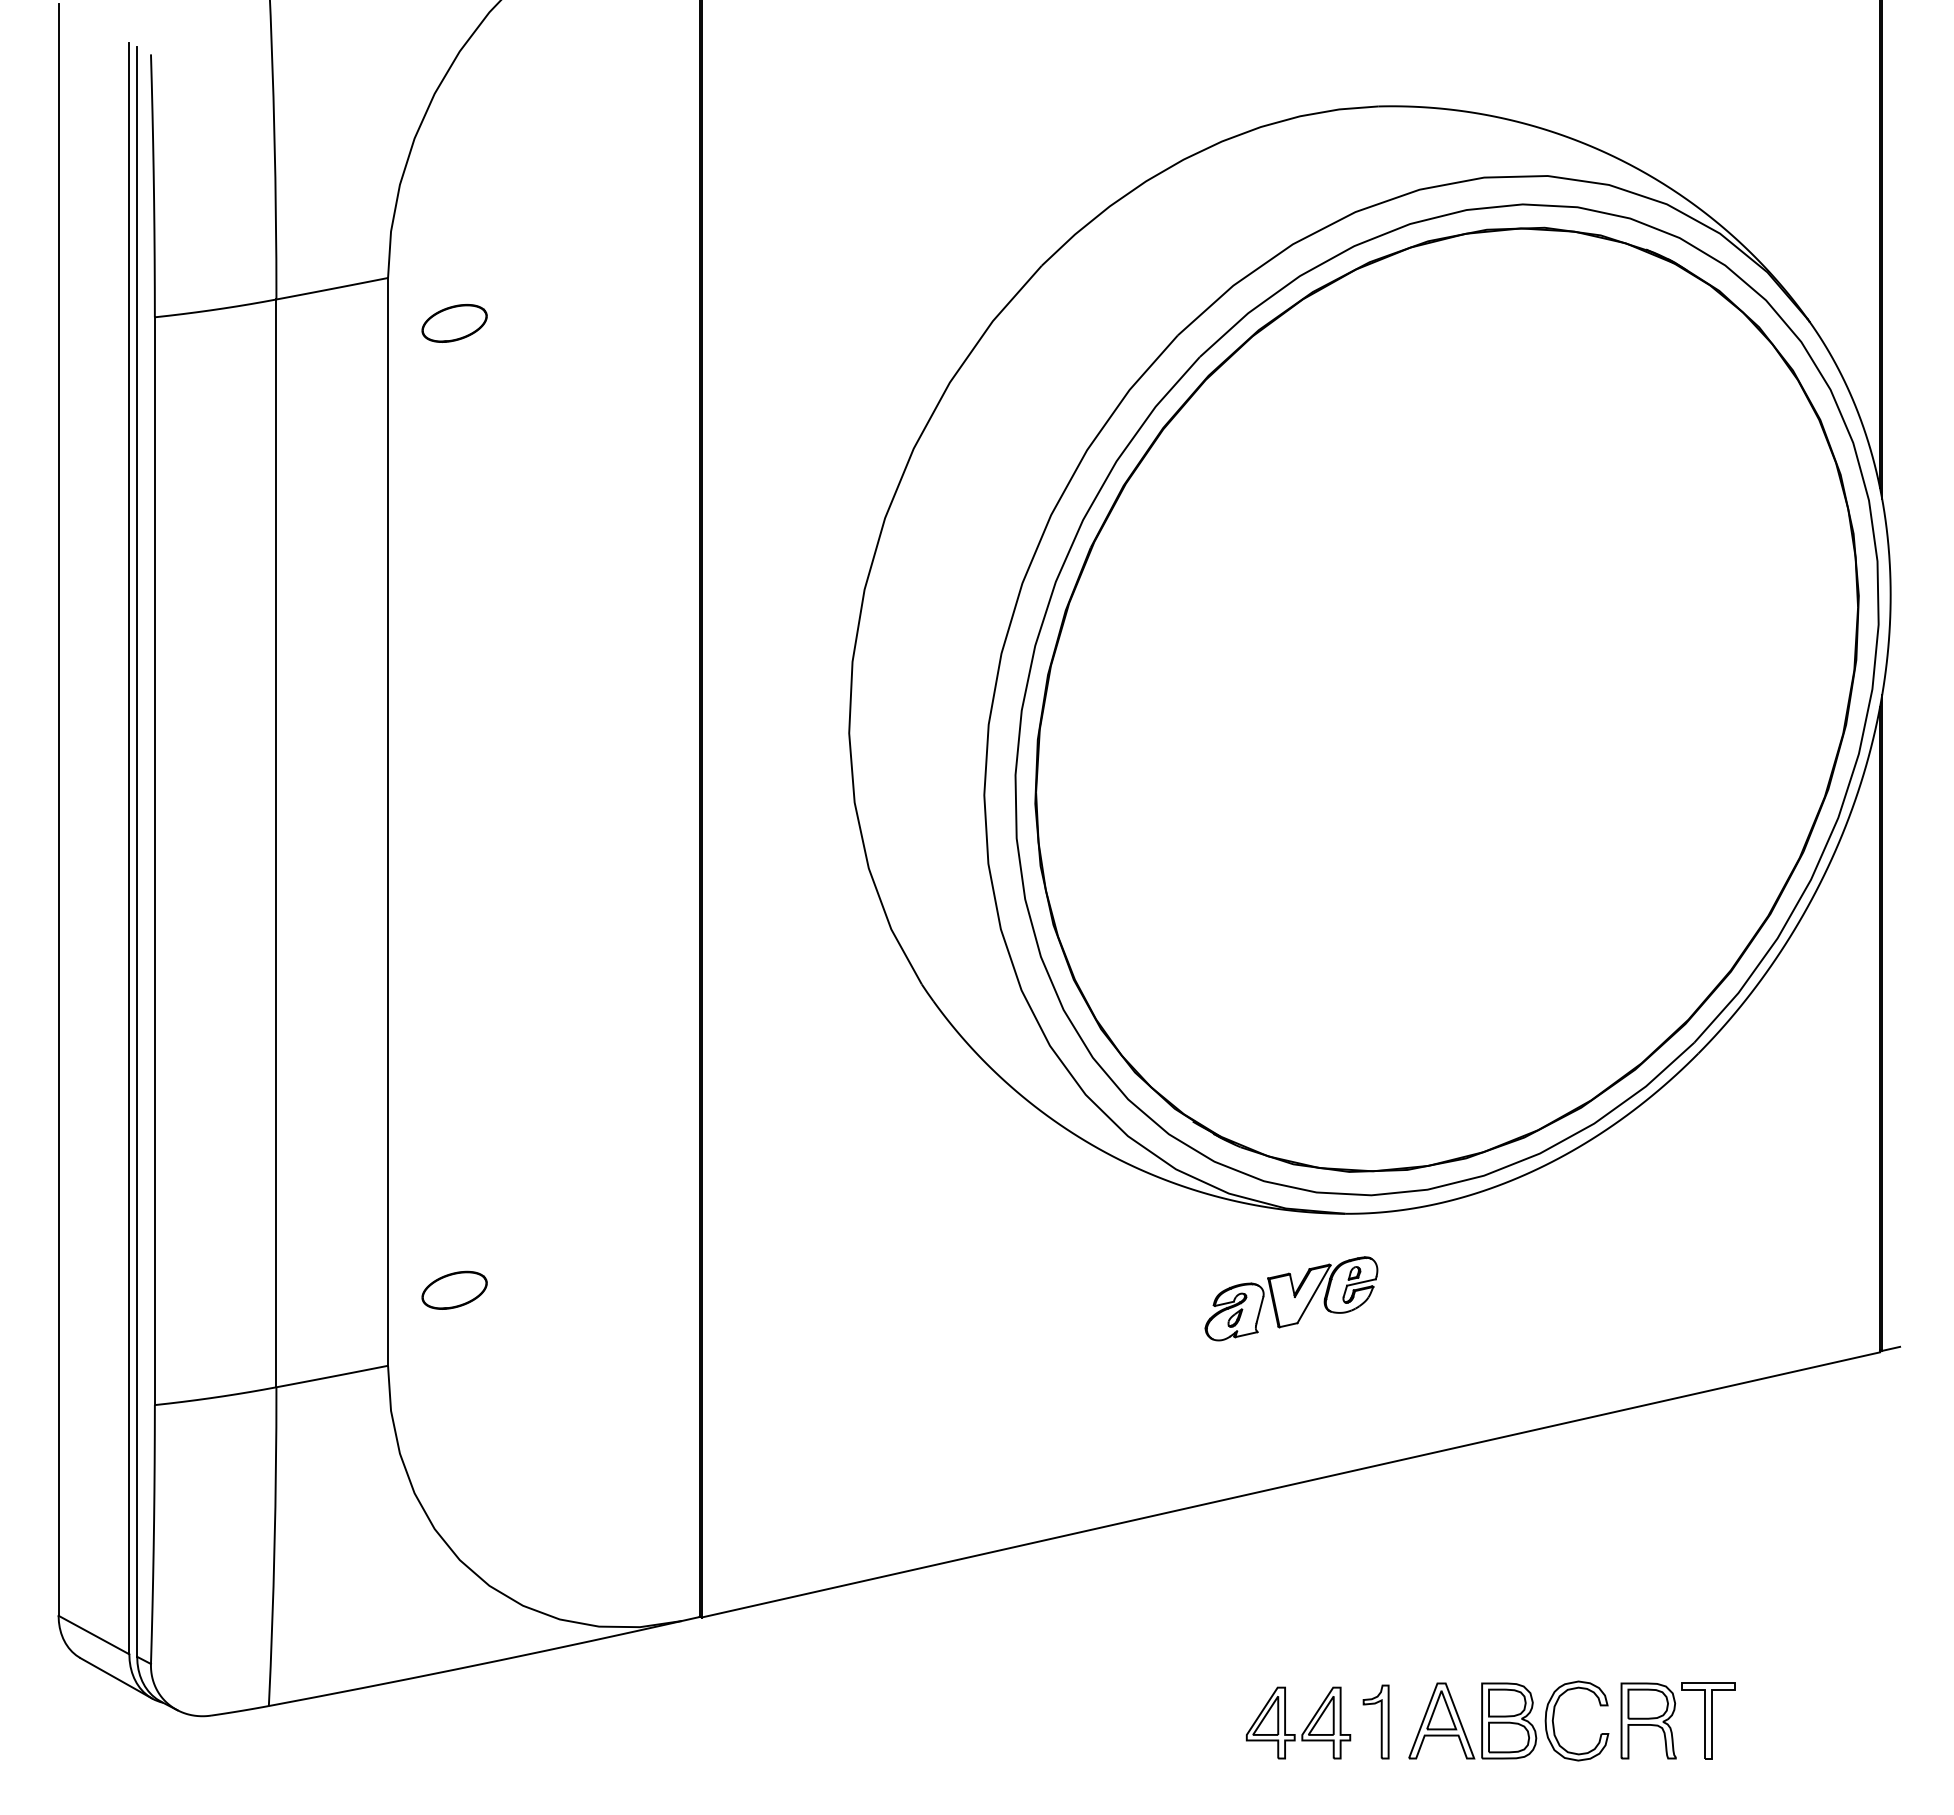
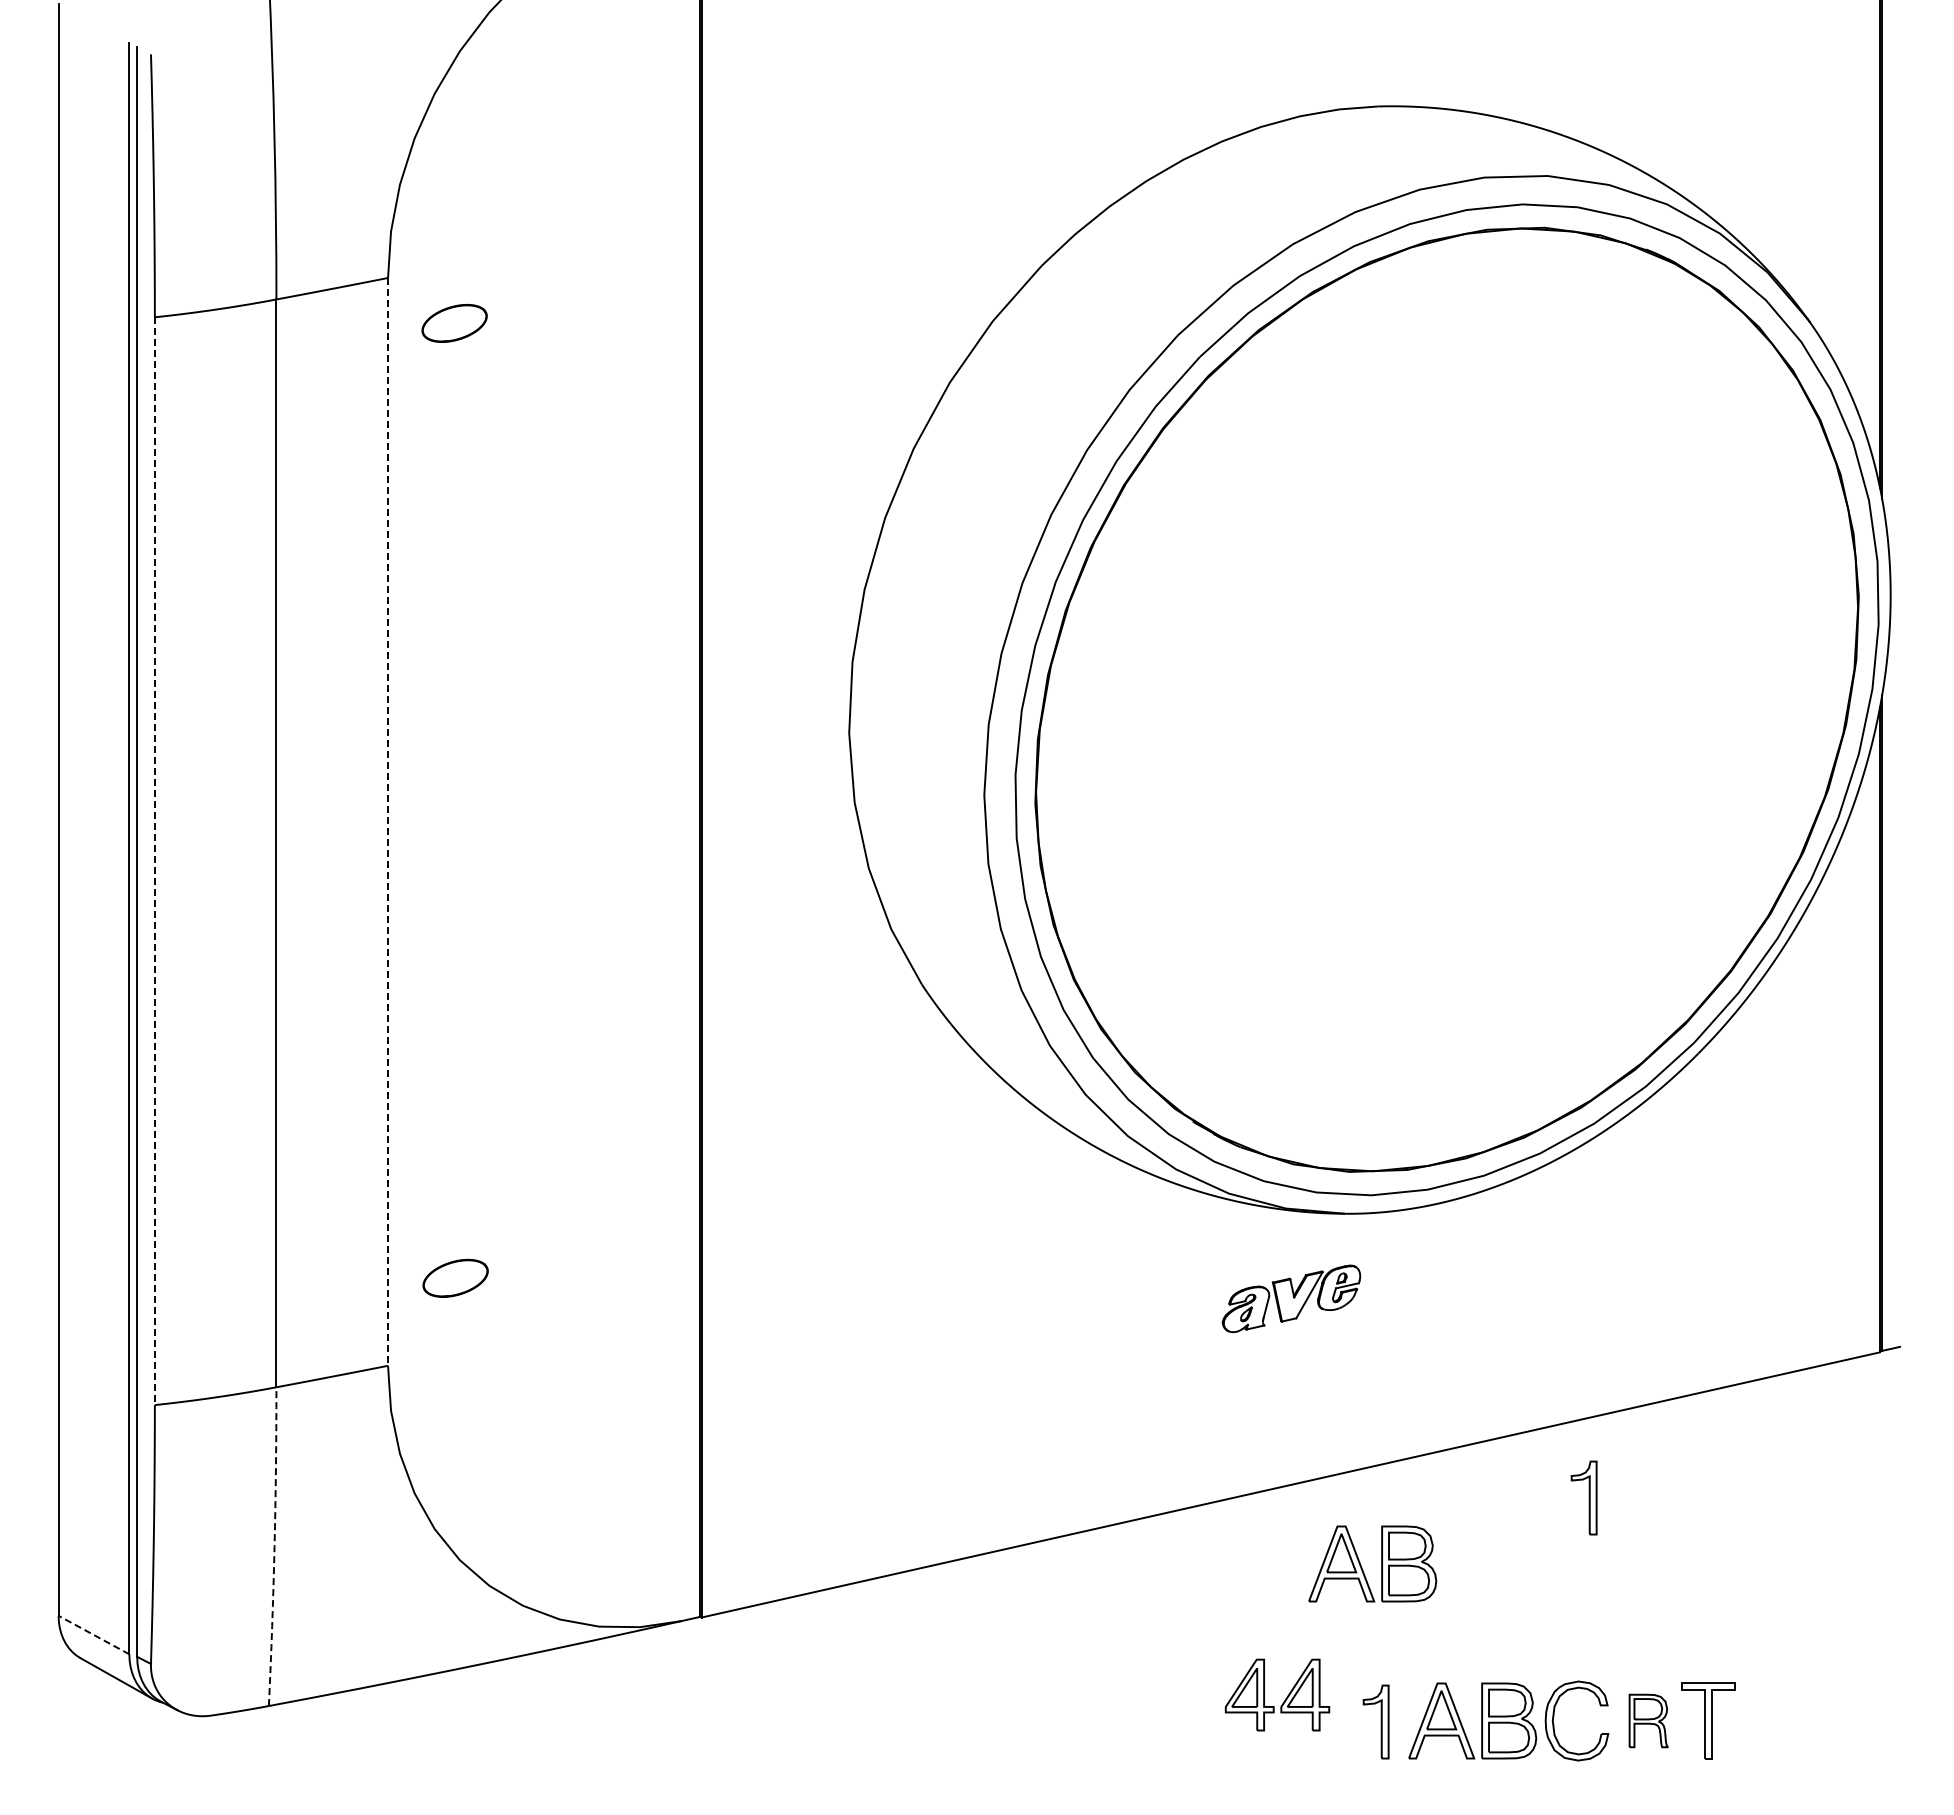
line at (388, 821): solid -> dashed
line at (154, 861): solid -> dashed
part at (454, 1289) position: (454, 1289) -> (455, 1277)
part at (1291, 1298) size: 175x86 px -> 141x69 px
part at (1583, 1497): none -> present
arc at (274, 1546): solid -> dashed
part at (1381, 1563): none -> present
line at (93, 1634): solid -> dashed
part at (1648, 1720) size: 57x78 px -> 41x56 px
part at (1306, 1726) position: (1306, 1726) -> (1285, 1698)
